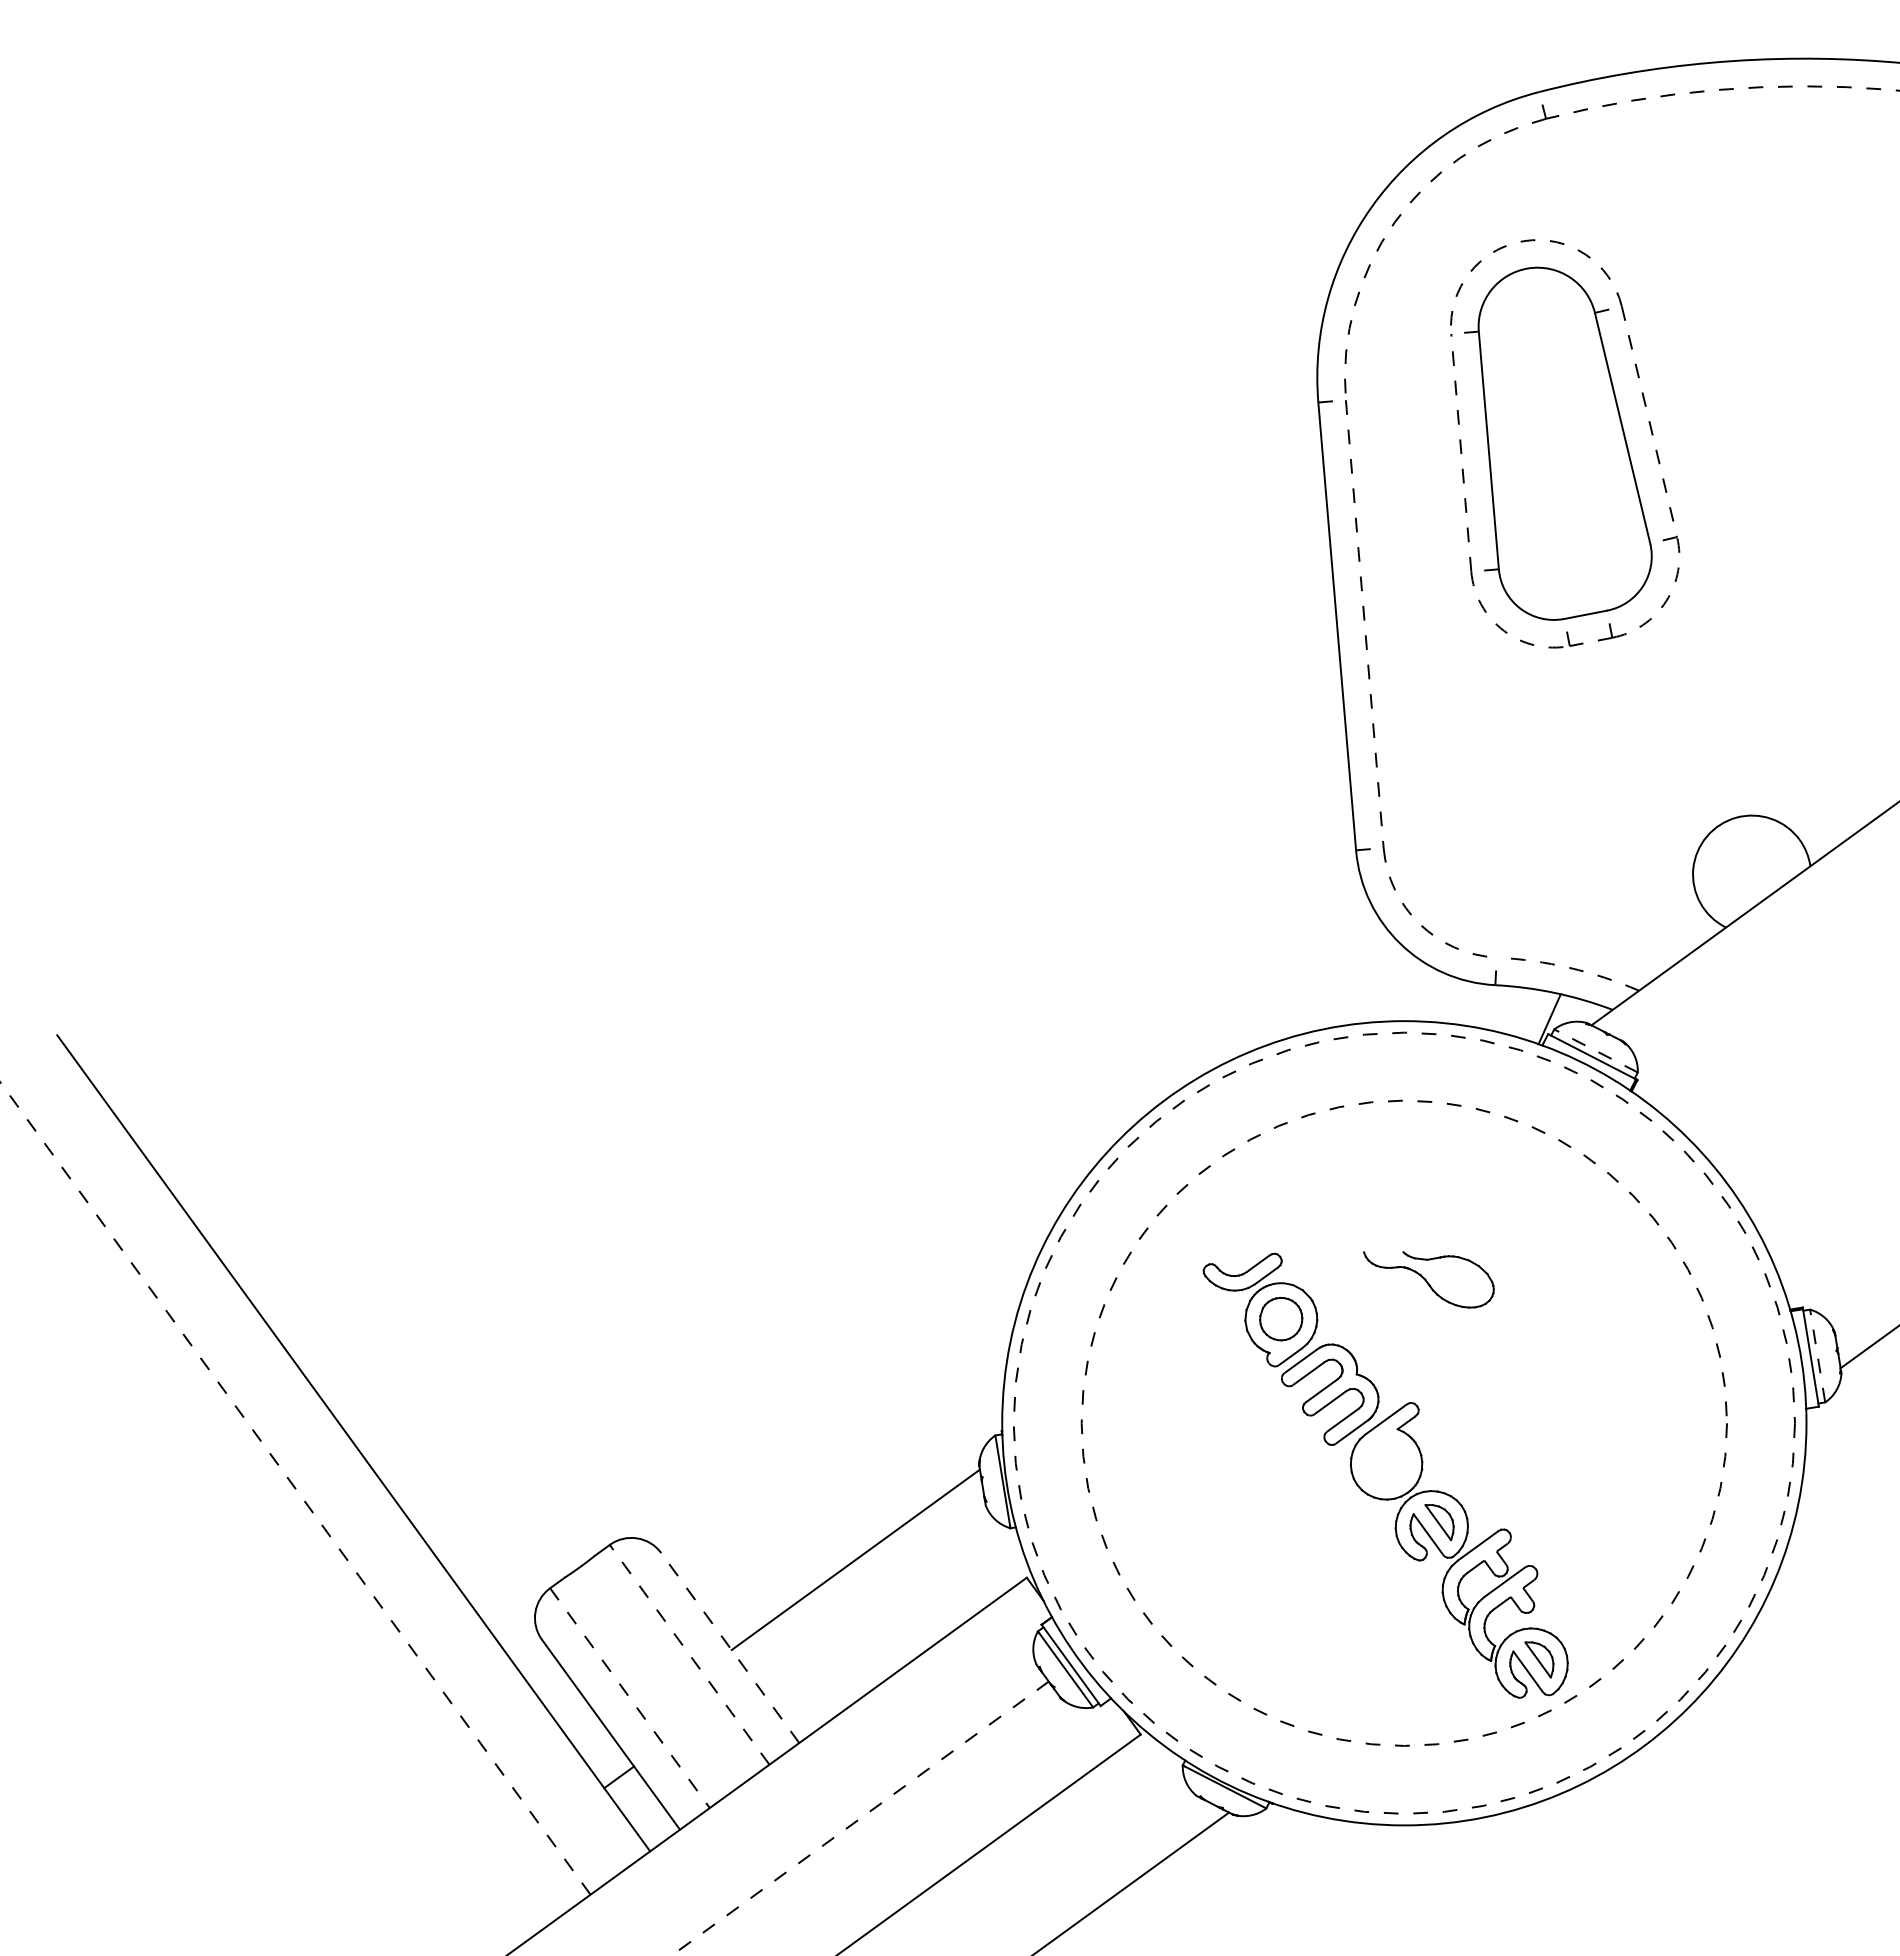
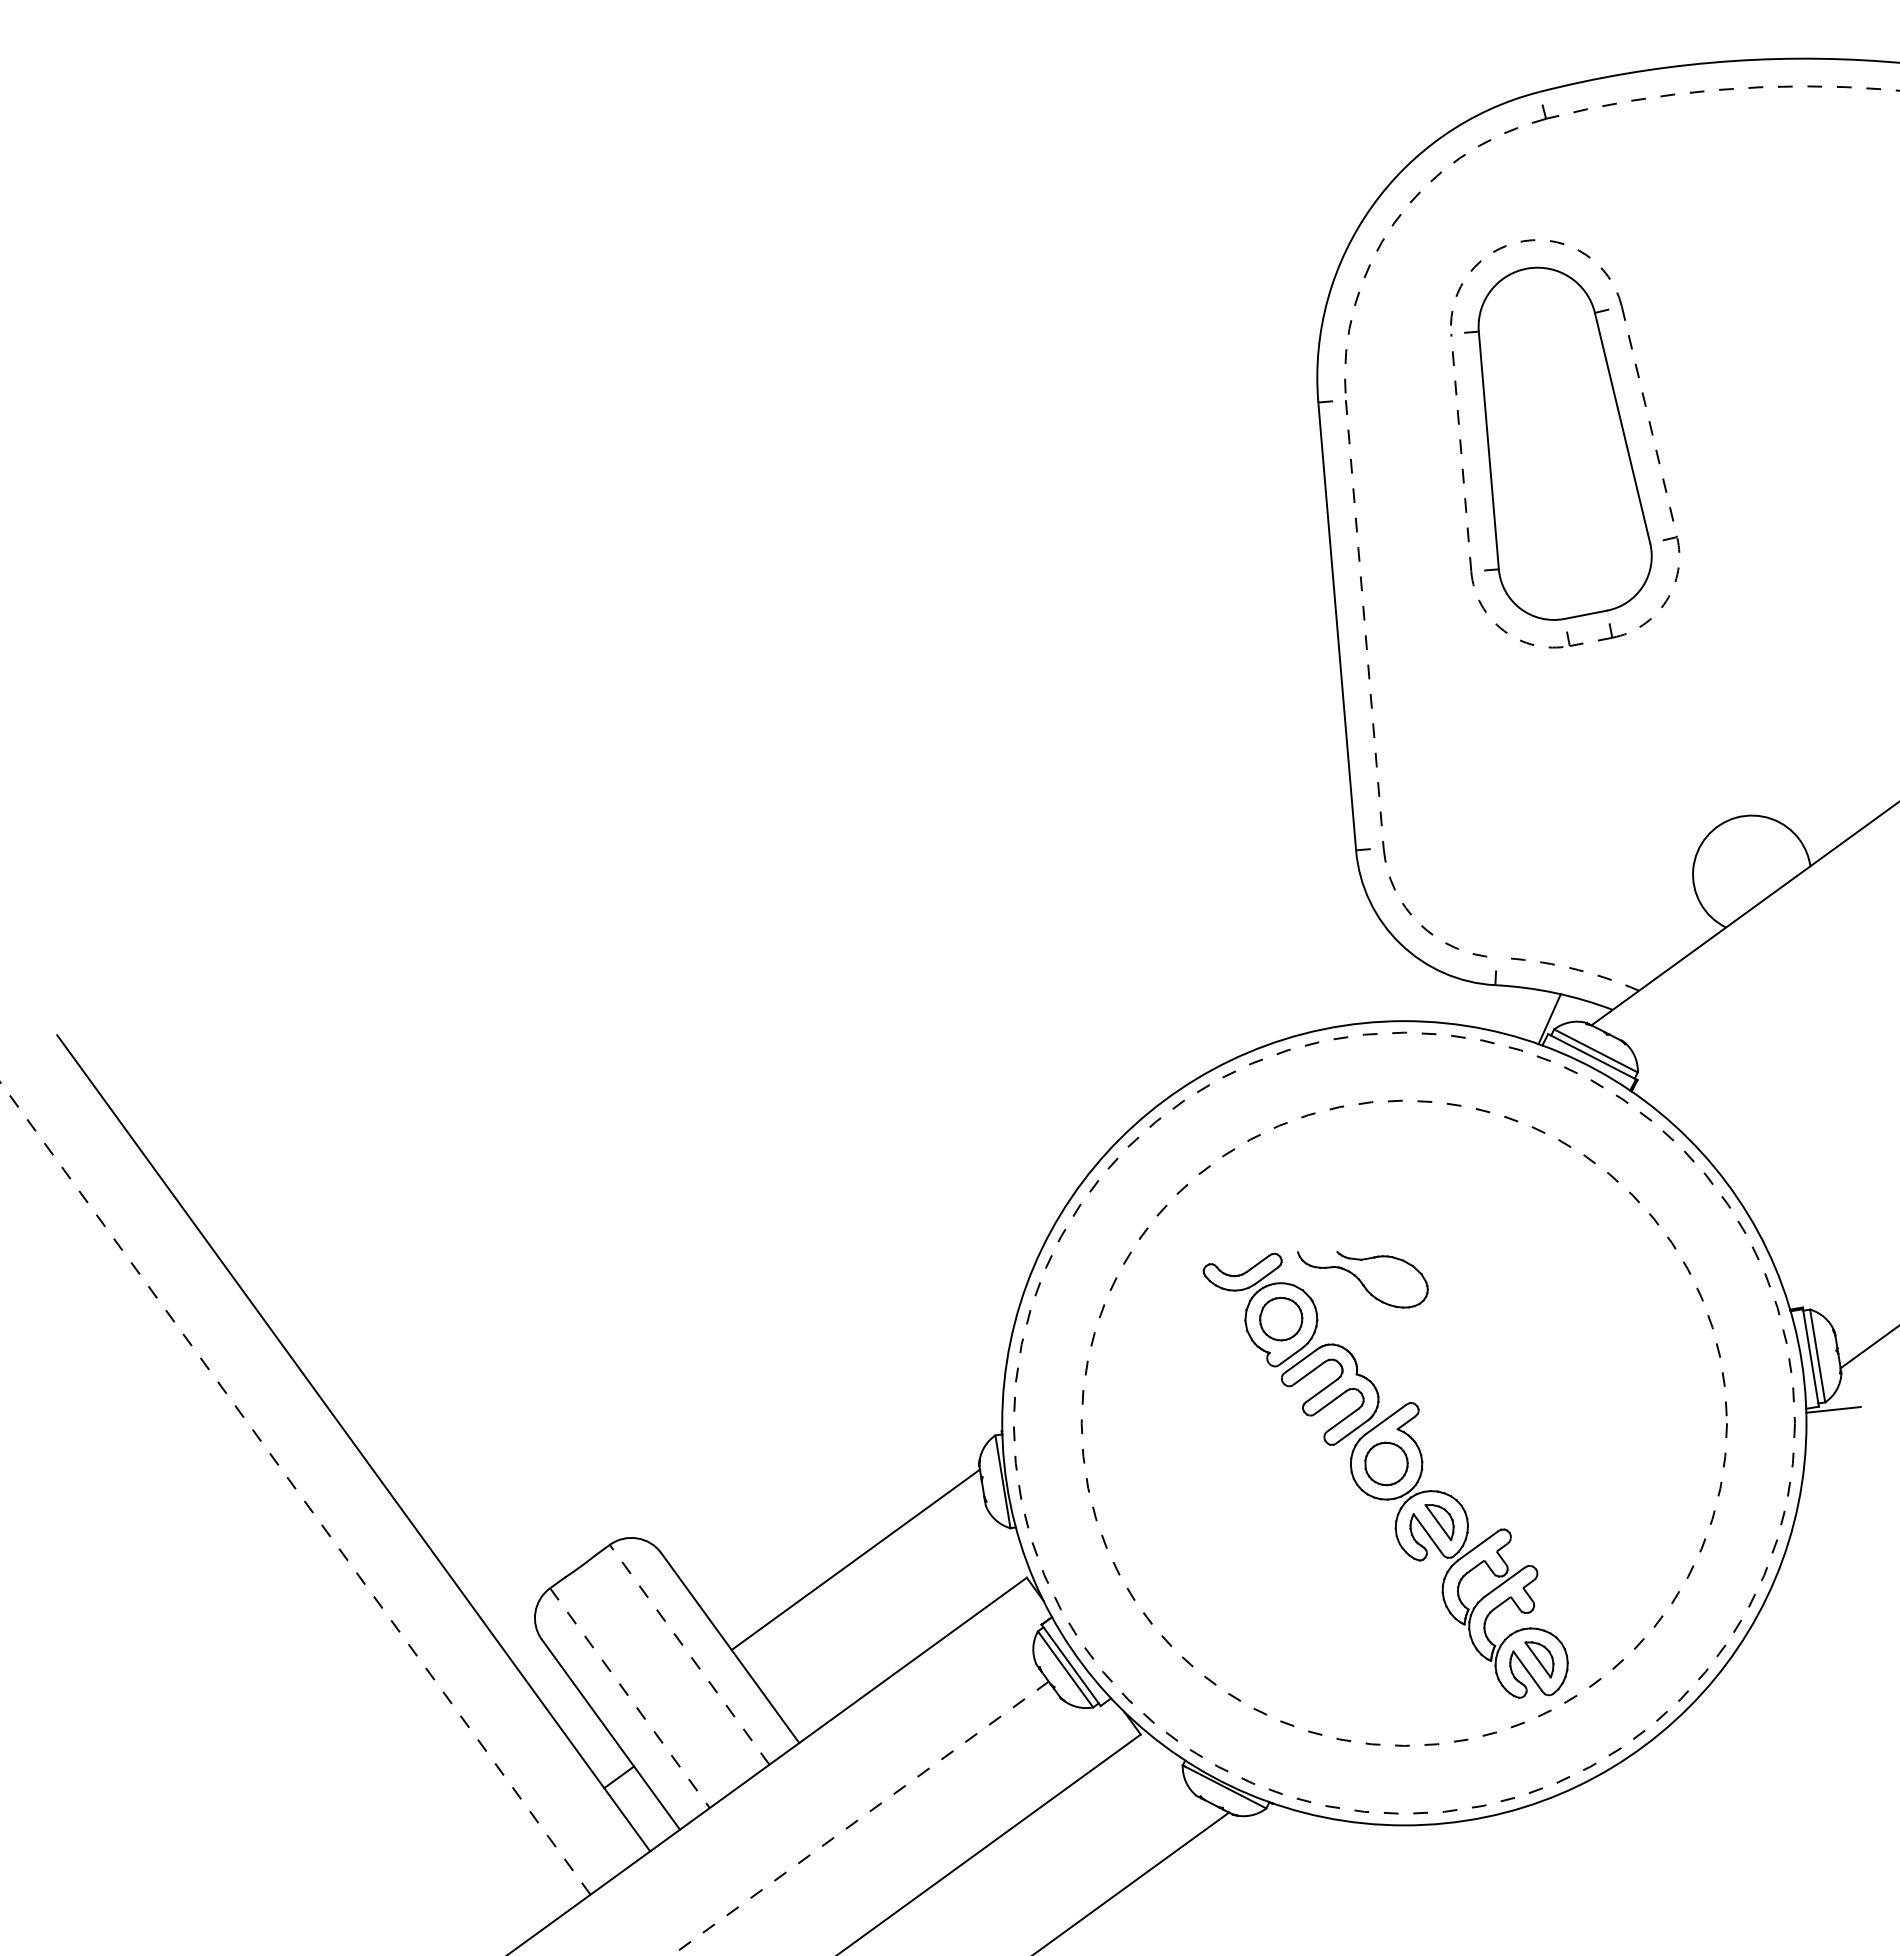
line at (1596, 1050): dashed -> solid
part at (1428, 1279) position: (1428, 1279) -> (1362, 1279)
line at (1817, 1355): dashed -> solid
line at (1833, 1409): none -> present
part at (1386, 1463): none -> present
line at (729, 1647): dashed -> solid
